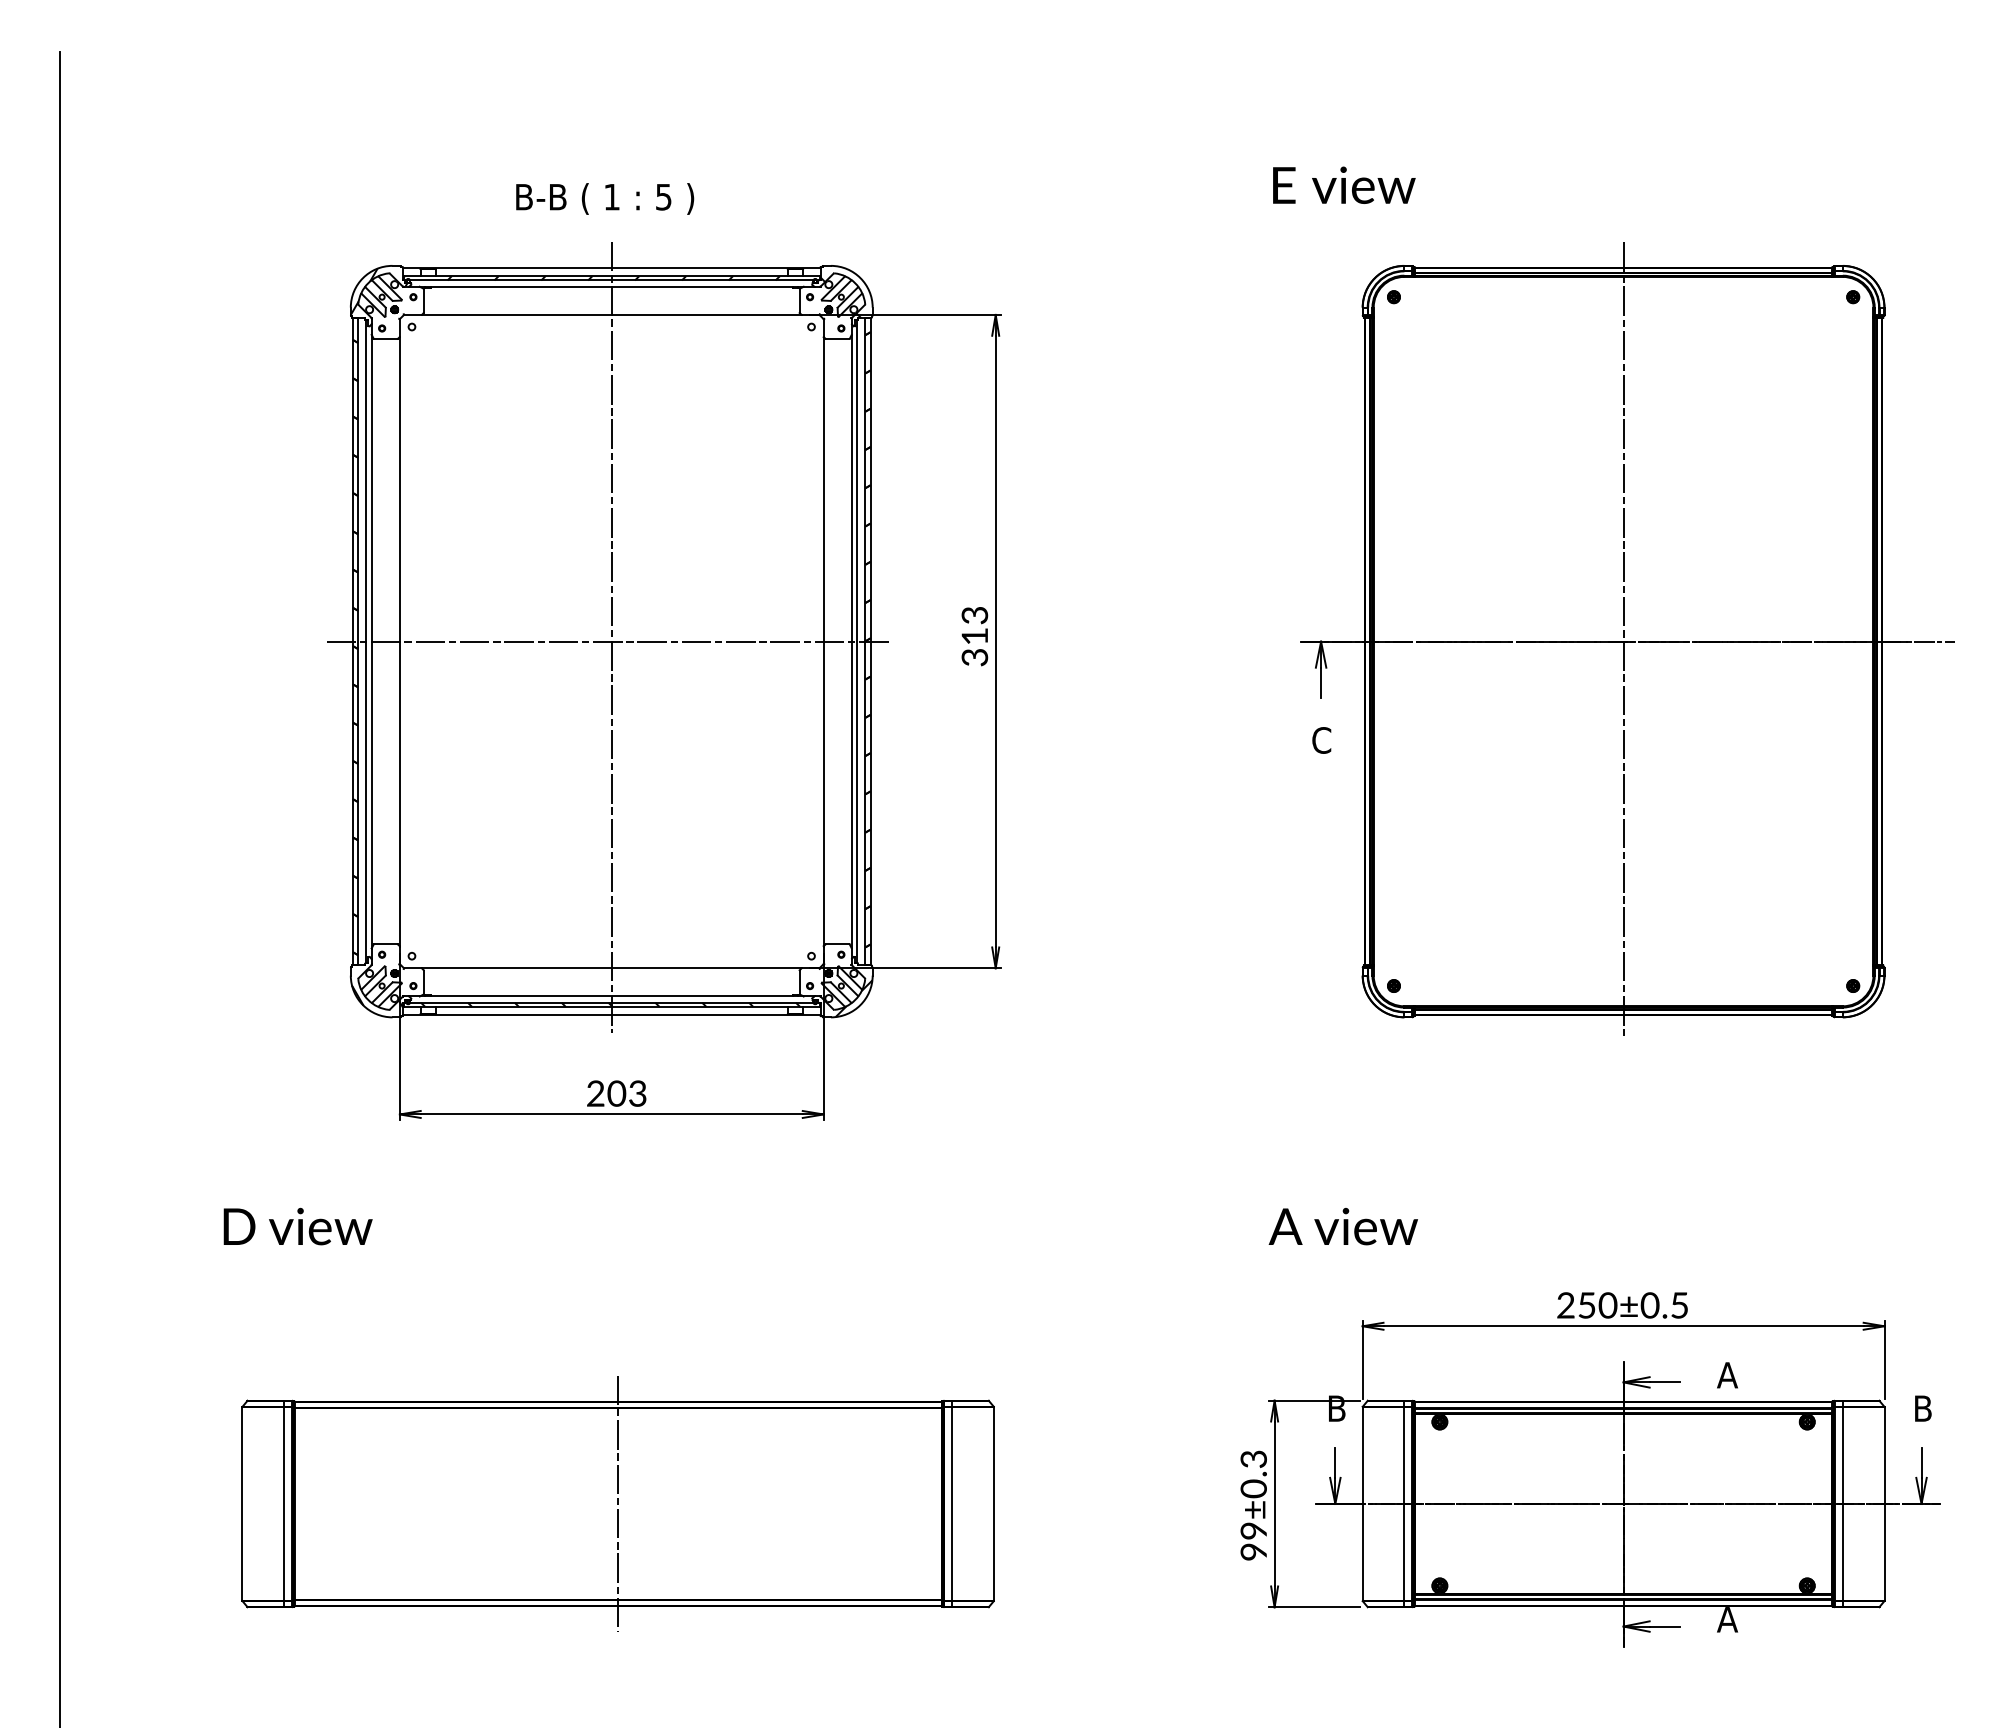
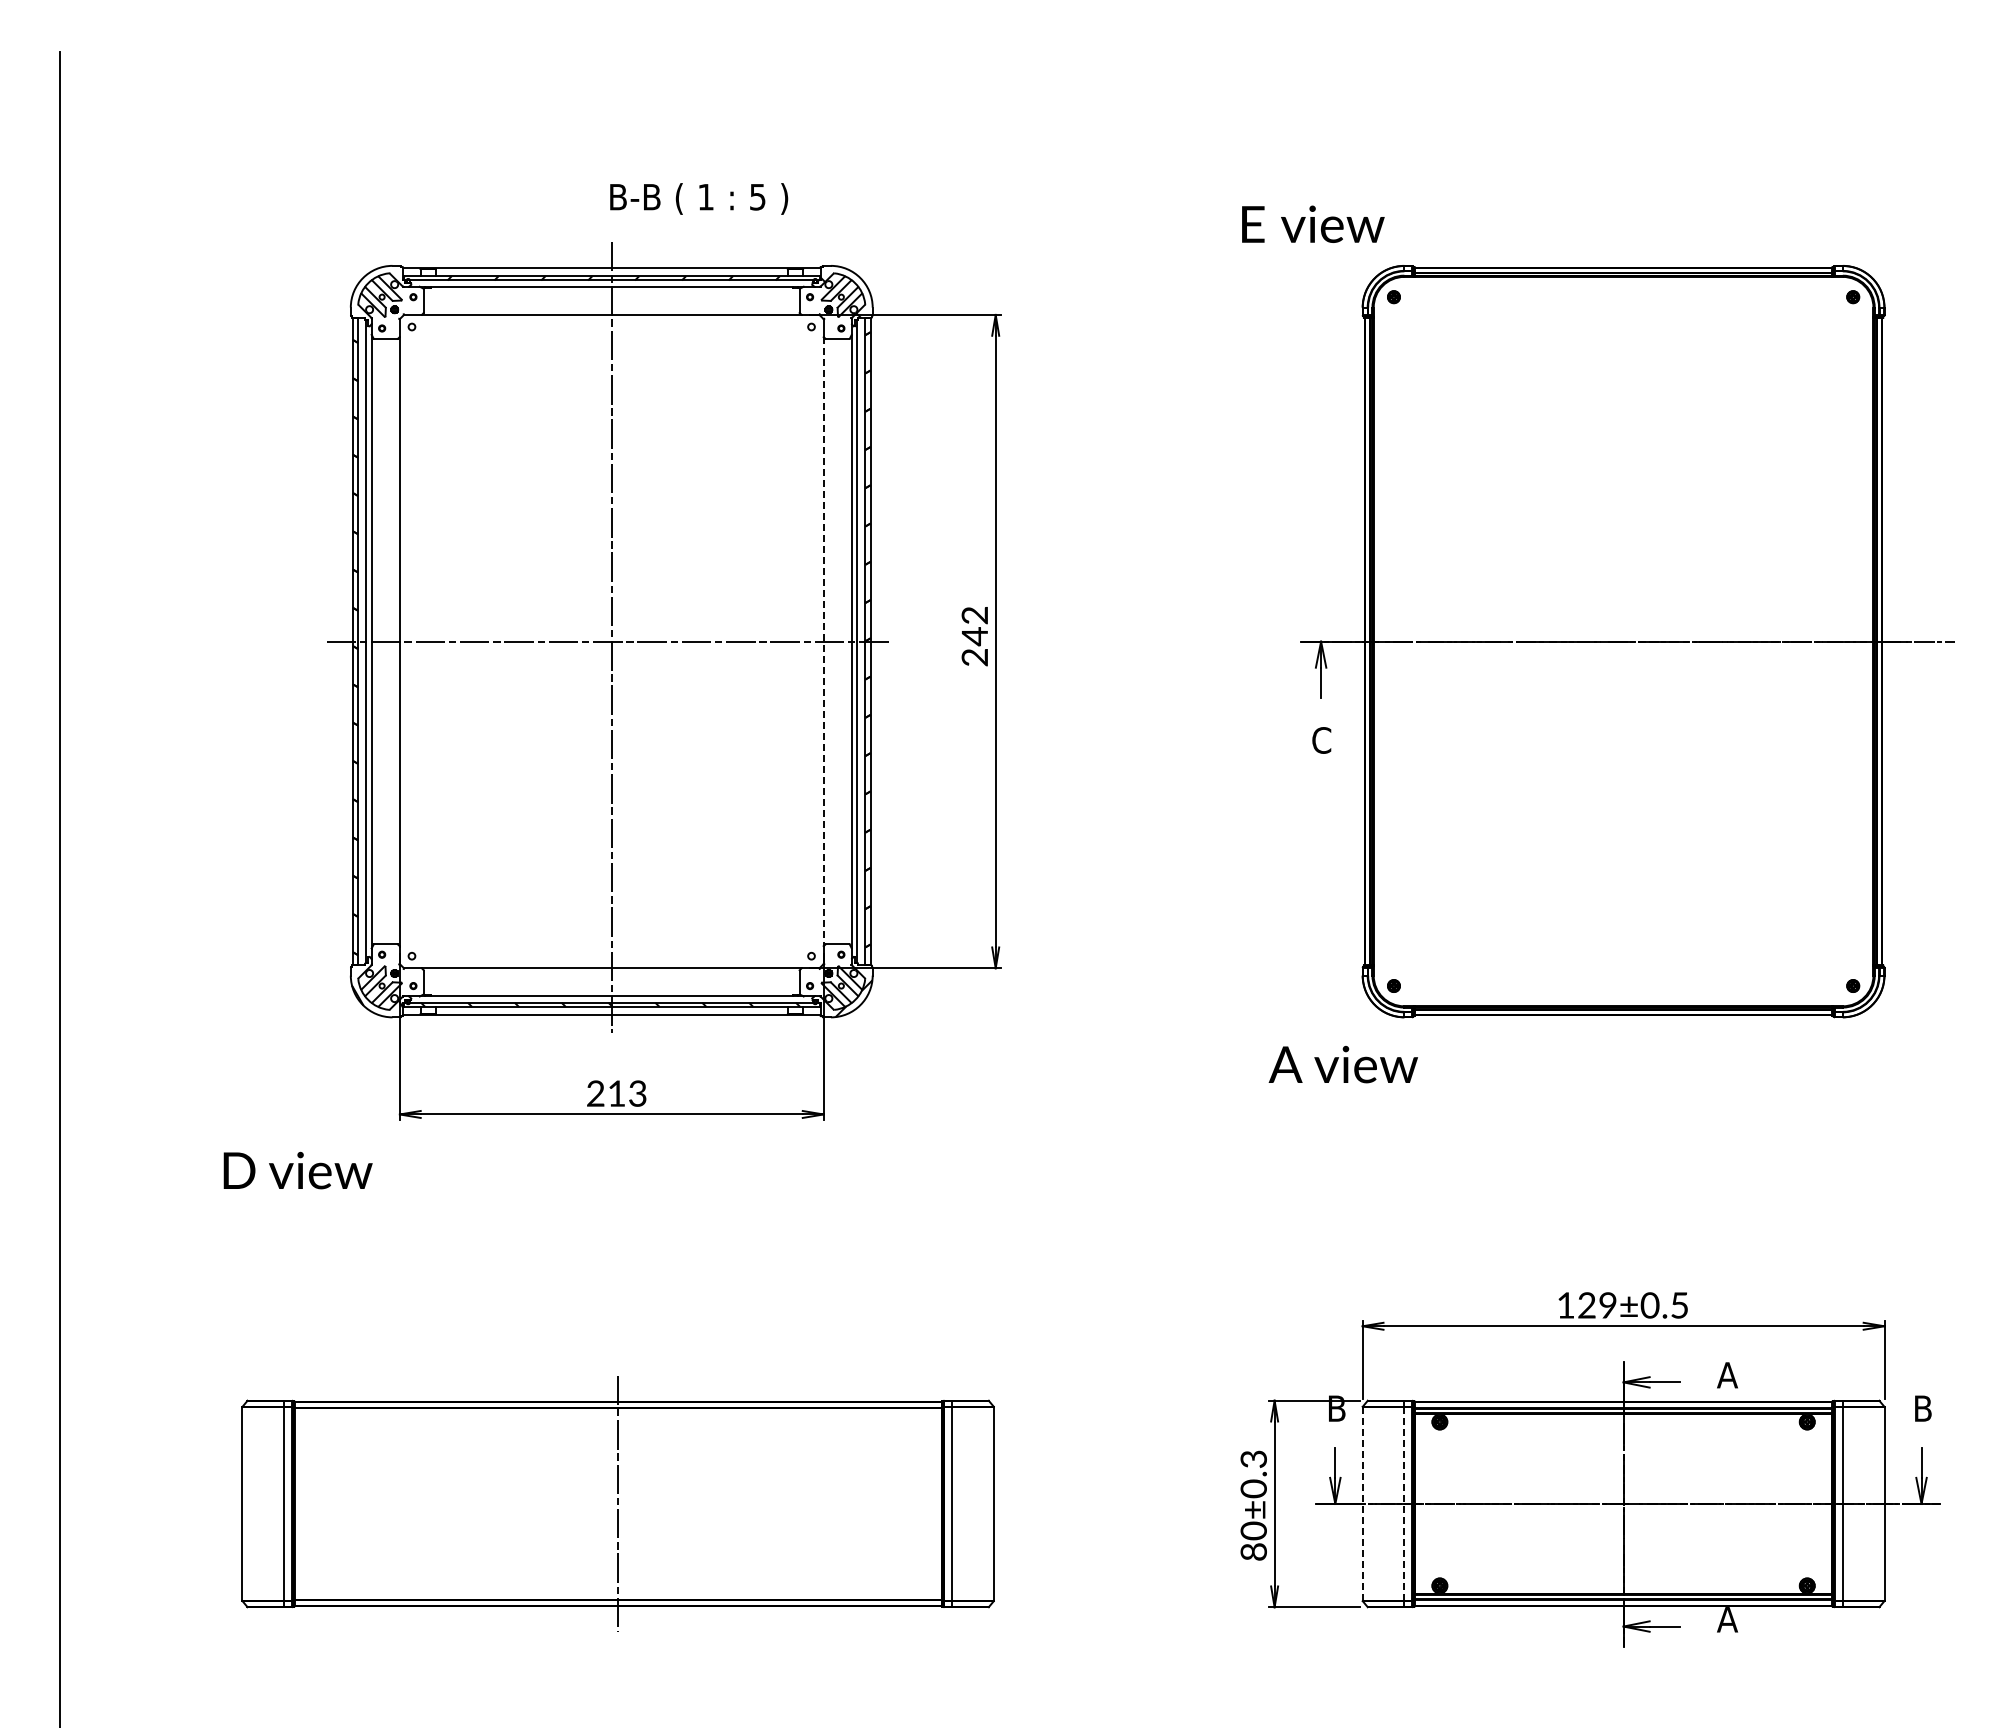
text at (1344, 184) position: (1344, 184) -> (1313, 223)
text at (605, 198) position: (605, 198) -> (699, 198)
hatch at (378, 291): present -> none
text at (974, 636): 313 -> 242
line at (1623, 638): present -> none
line at (823, 641): solid -> dashed
text at (616, 1093): 203 -> 213
text at (297, 1226) position: (297, 1226) -> (297, 1170)
text at (1342, 1226) position: (1342, 1226) -> (1342, 1064)
text at (1587, 1305): 250±0.5 -> 129±0.5
line at (1362, 1503): solid -> dashed
line at (1404, 1503): solid -> dashed
text at (1253, 1540): 99±0.3 -> 80±0.3
